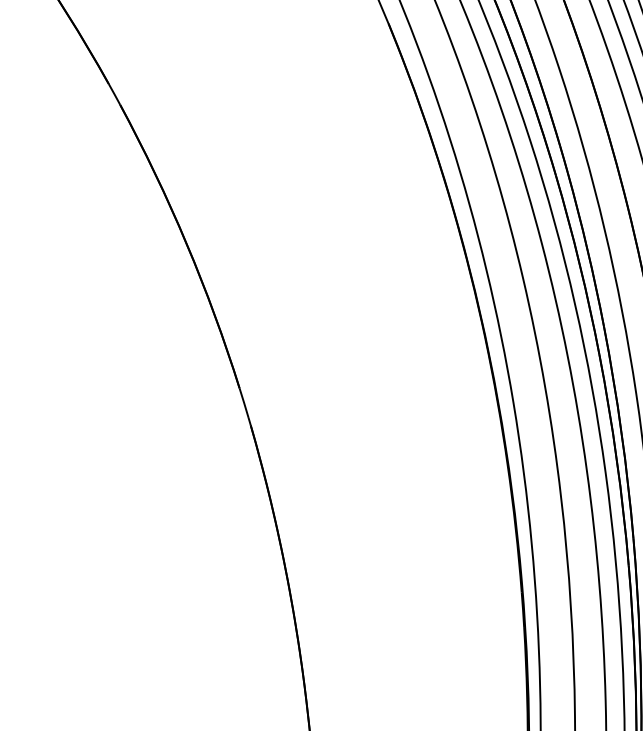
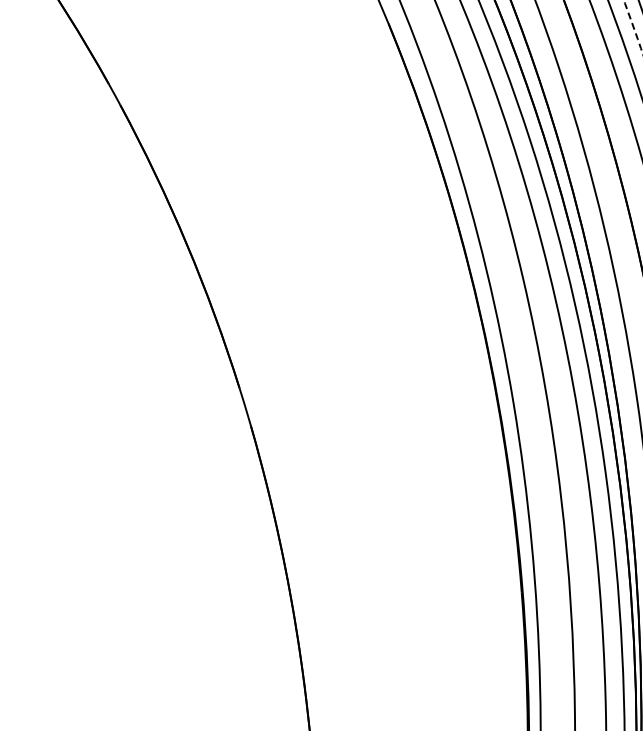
arc at (633, 27): solid -> dashed
